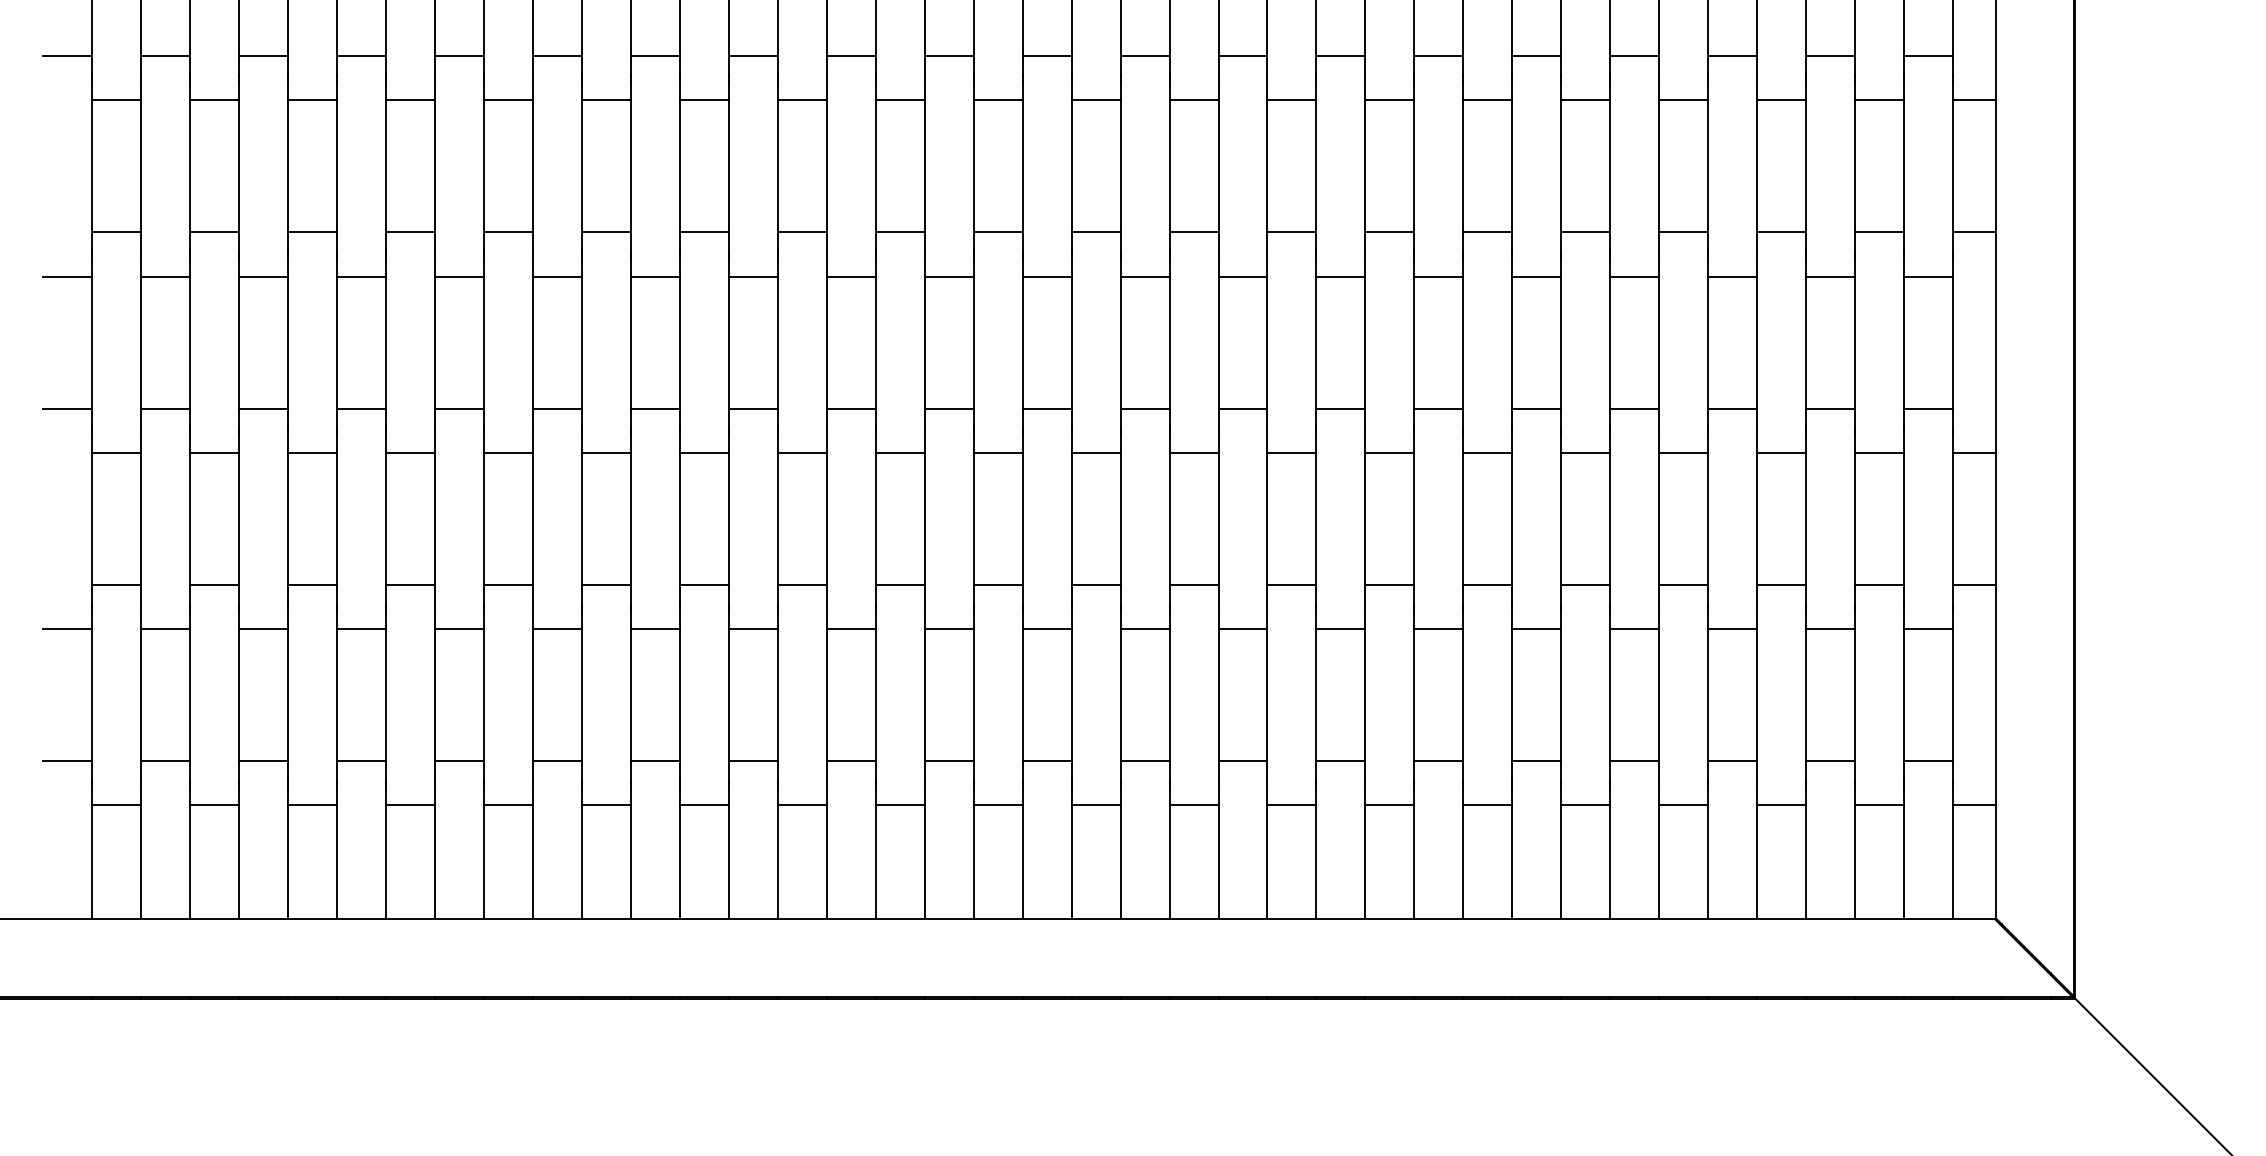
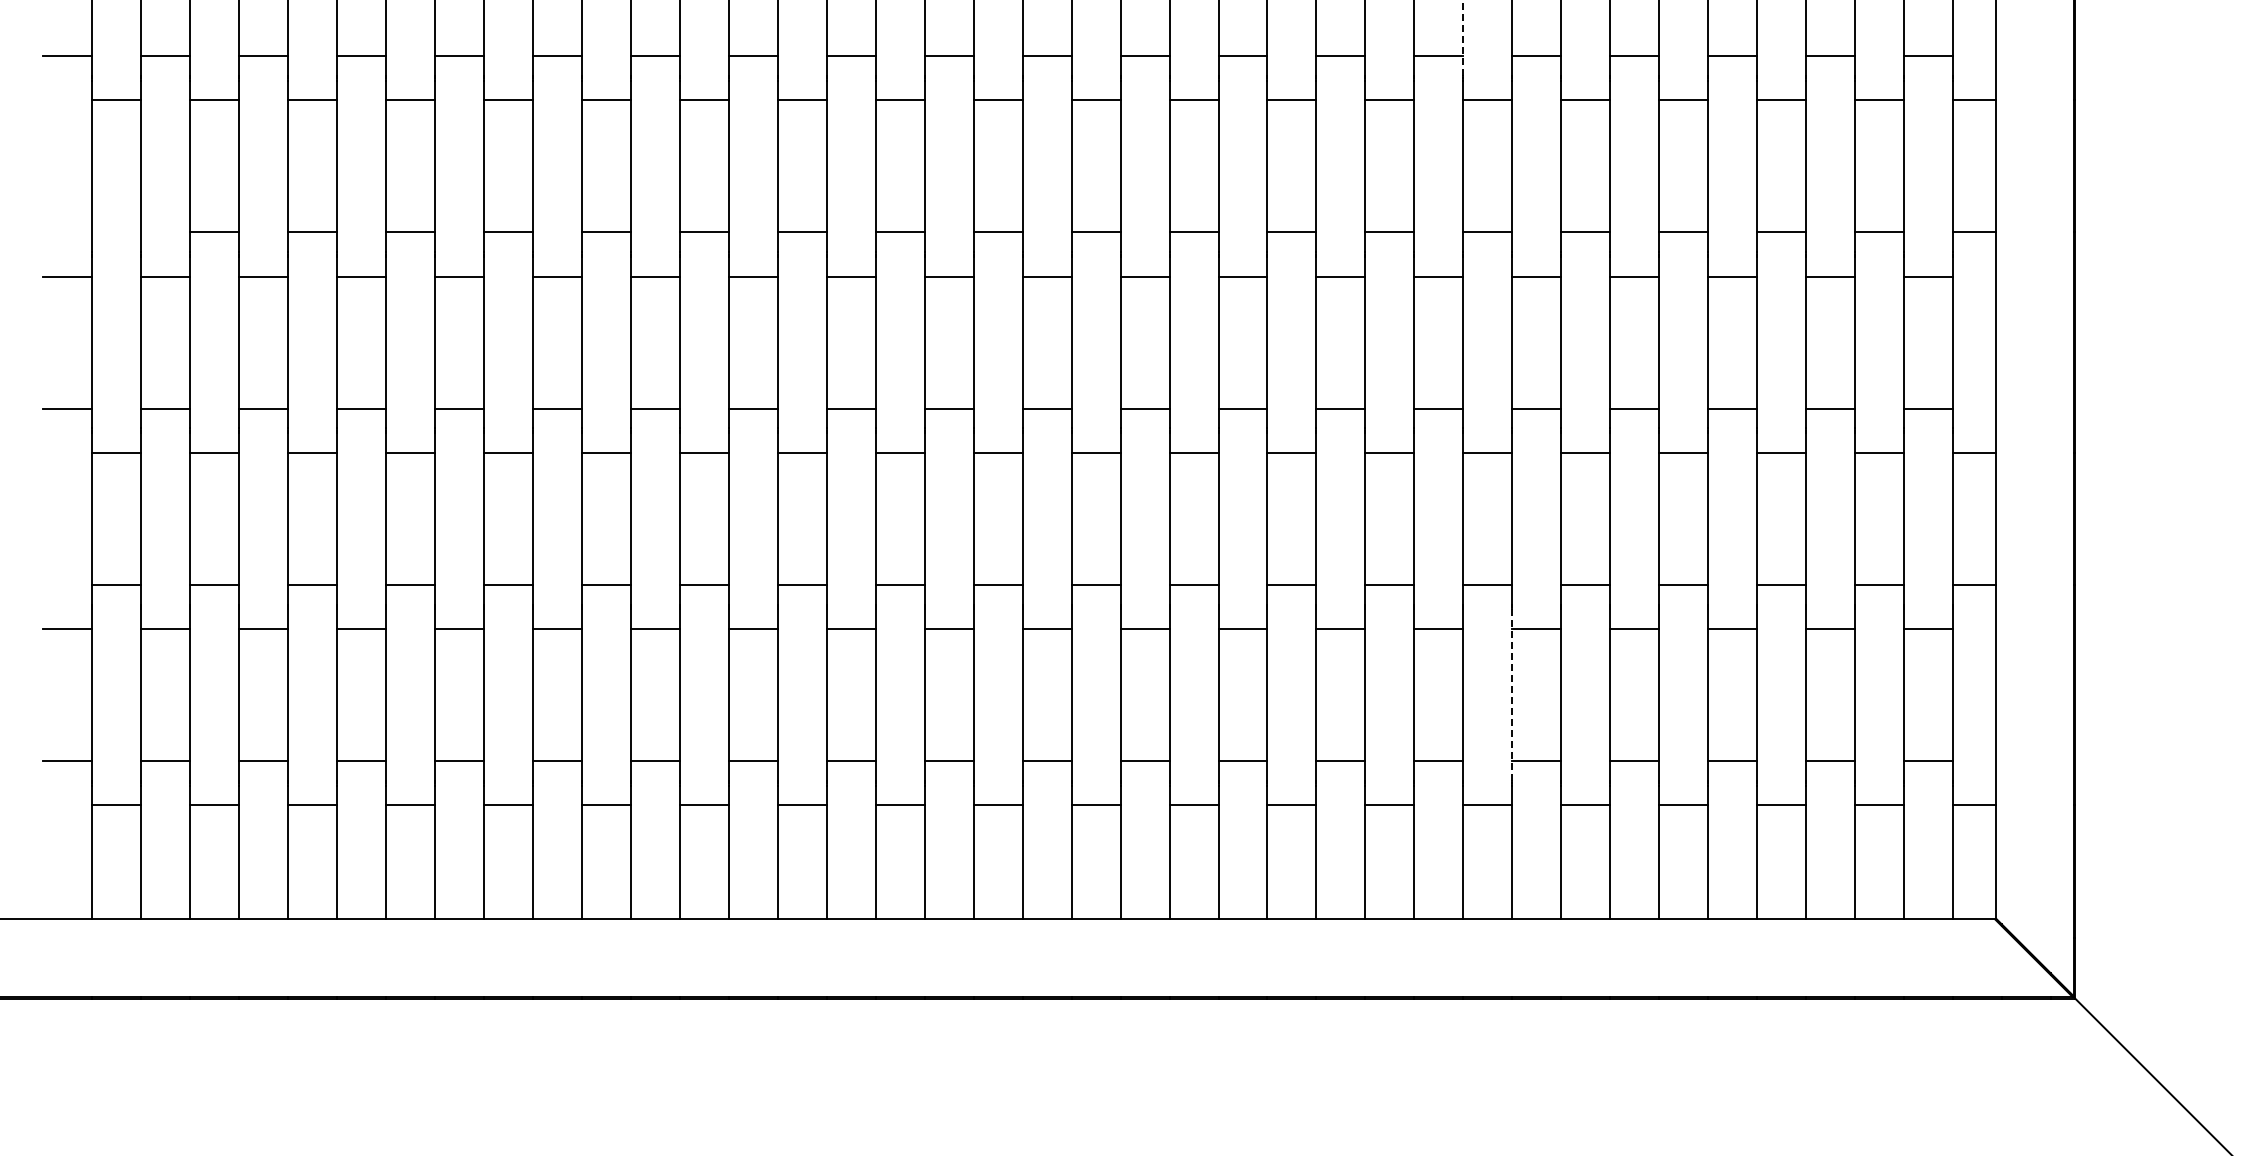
line at (1463, 37): solid -> dashed
line at (116, 232): present -> none
line at (1512, 695): solid -> dashed
